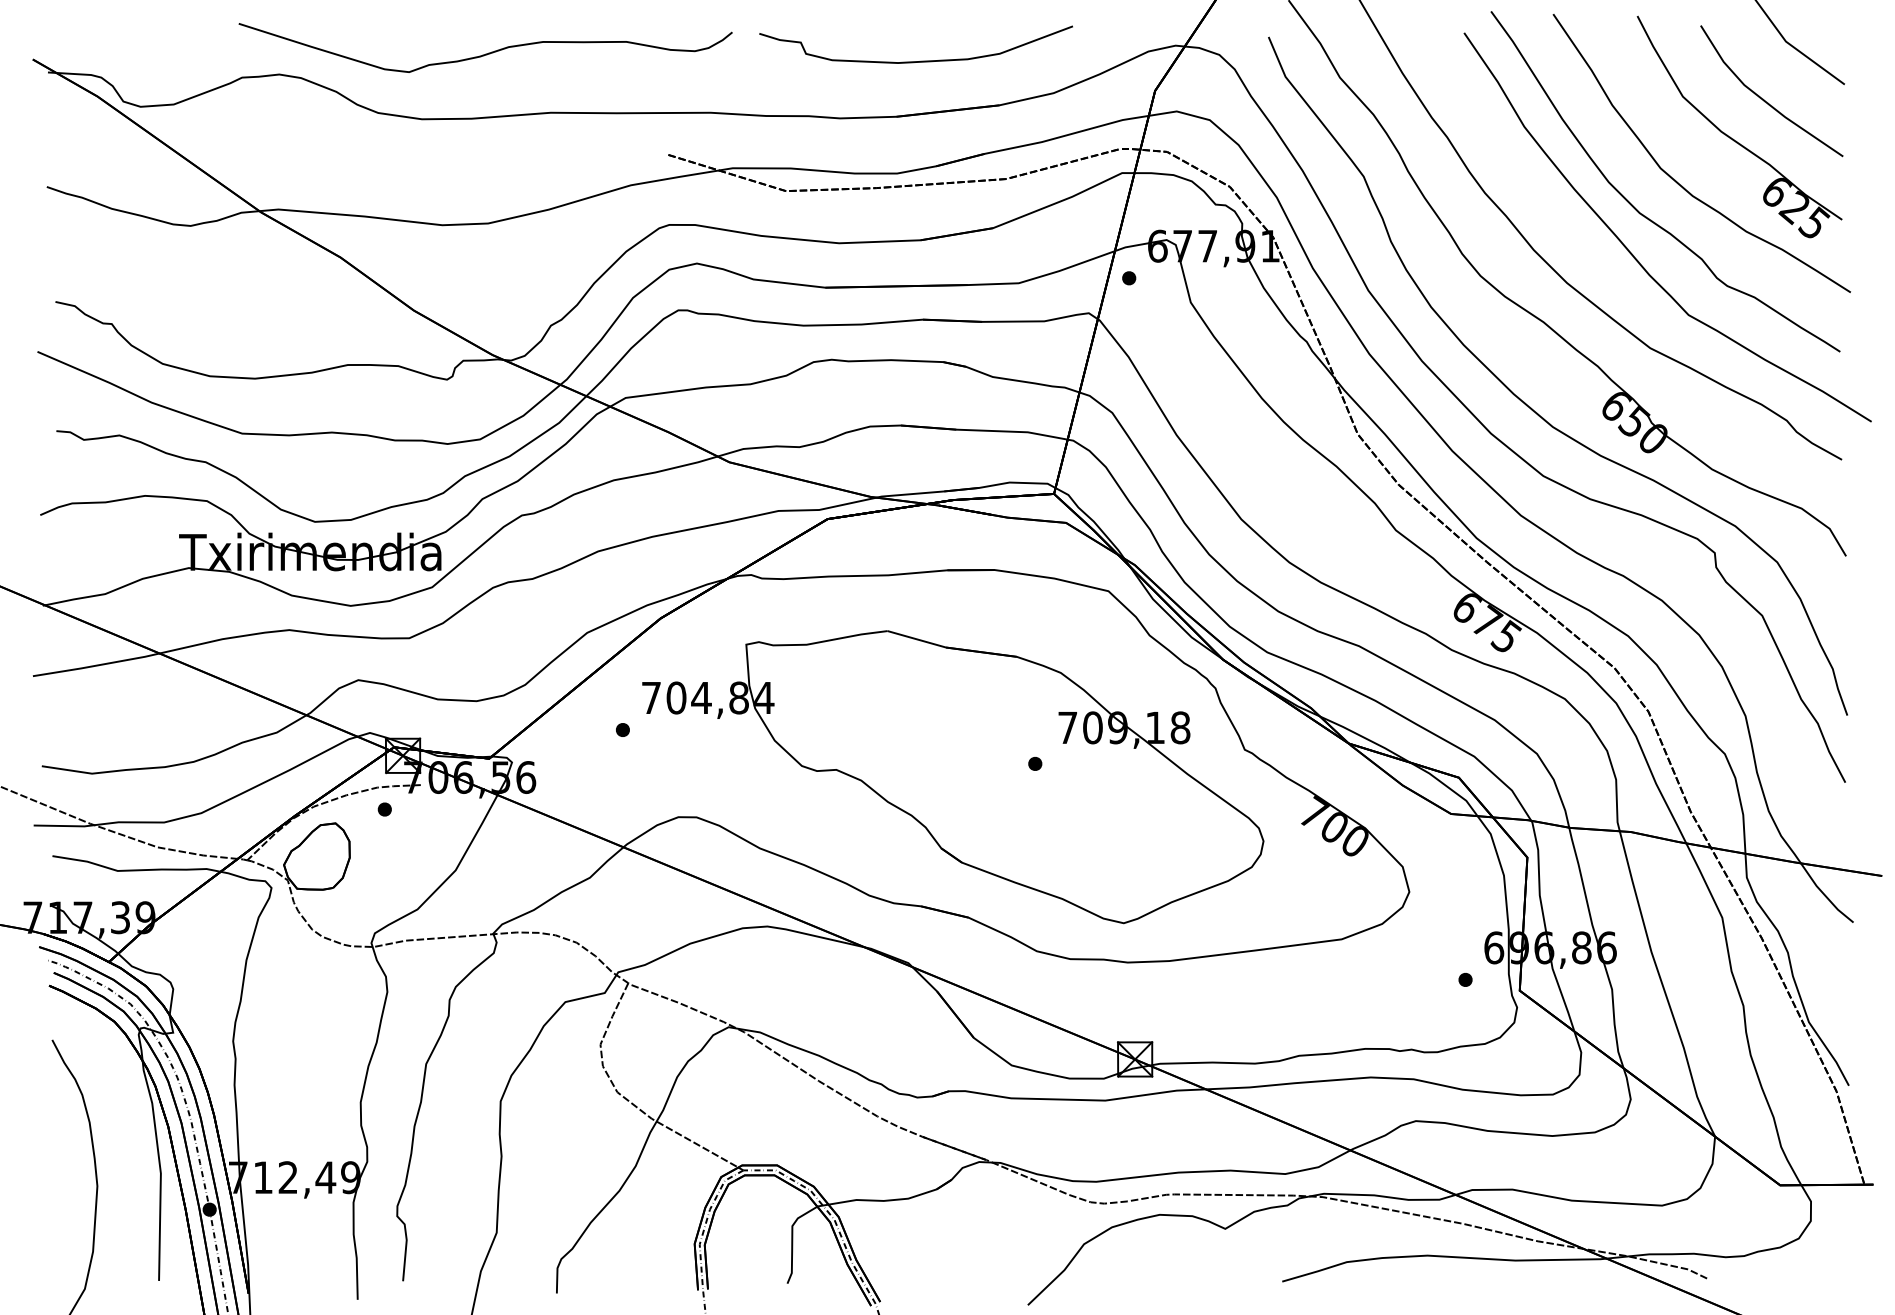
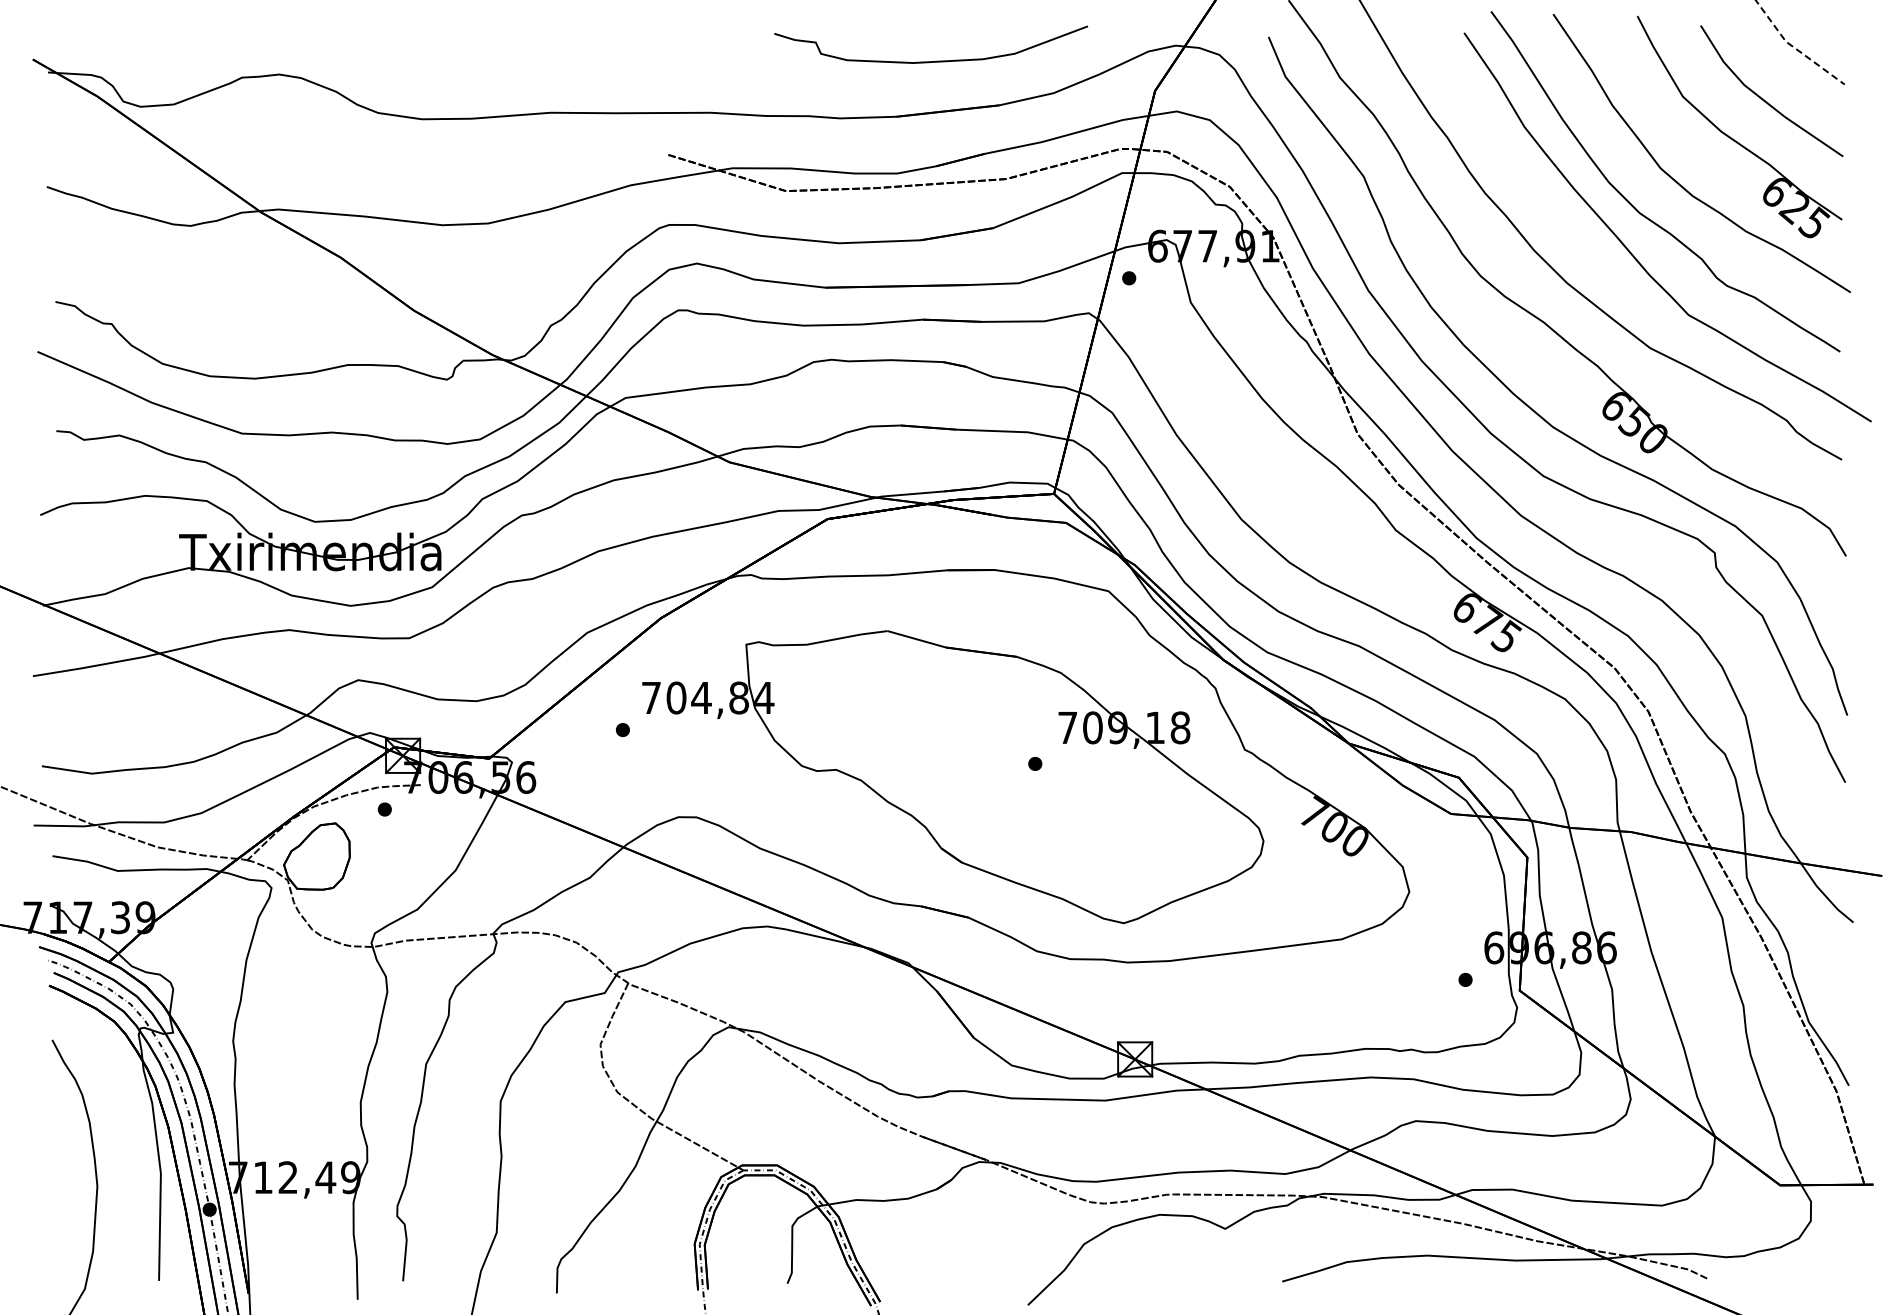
line at (1794, 48): solid -> dashed
curve at (488, 52): present -> none
curve at (920, 60) position: (920, 60) -> (935, 60)
